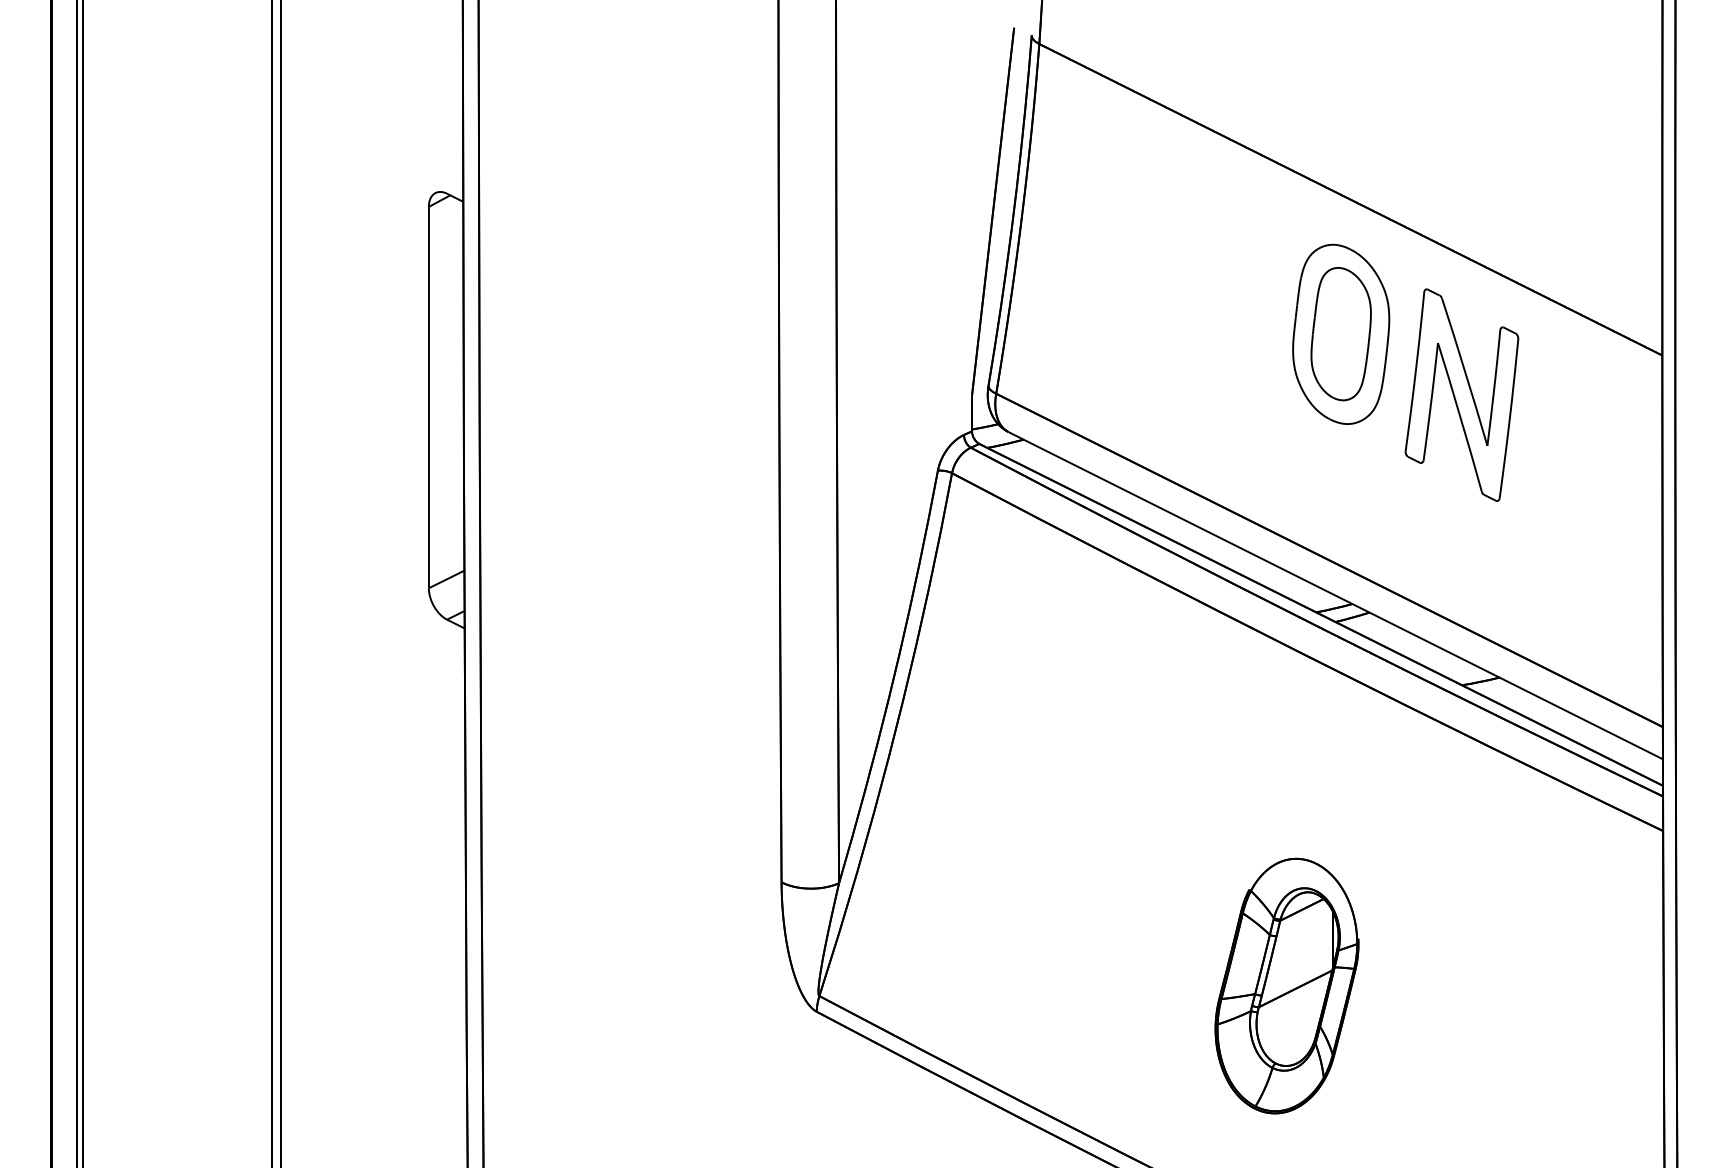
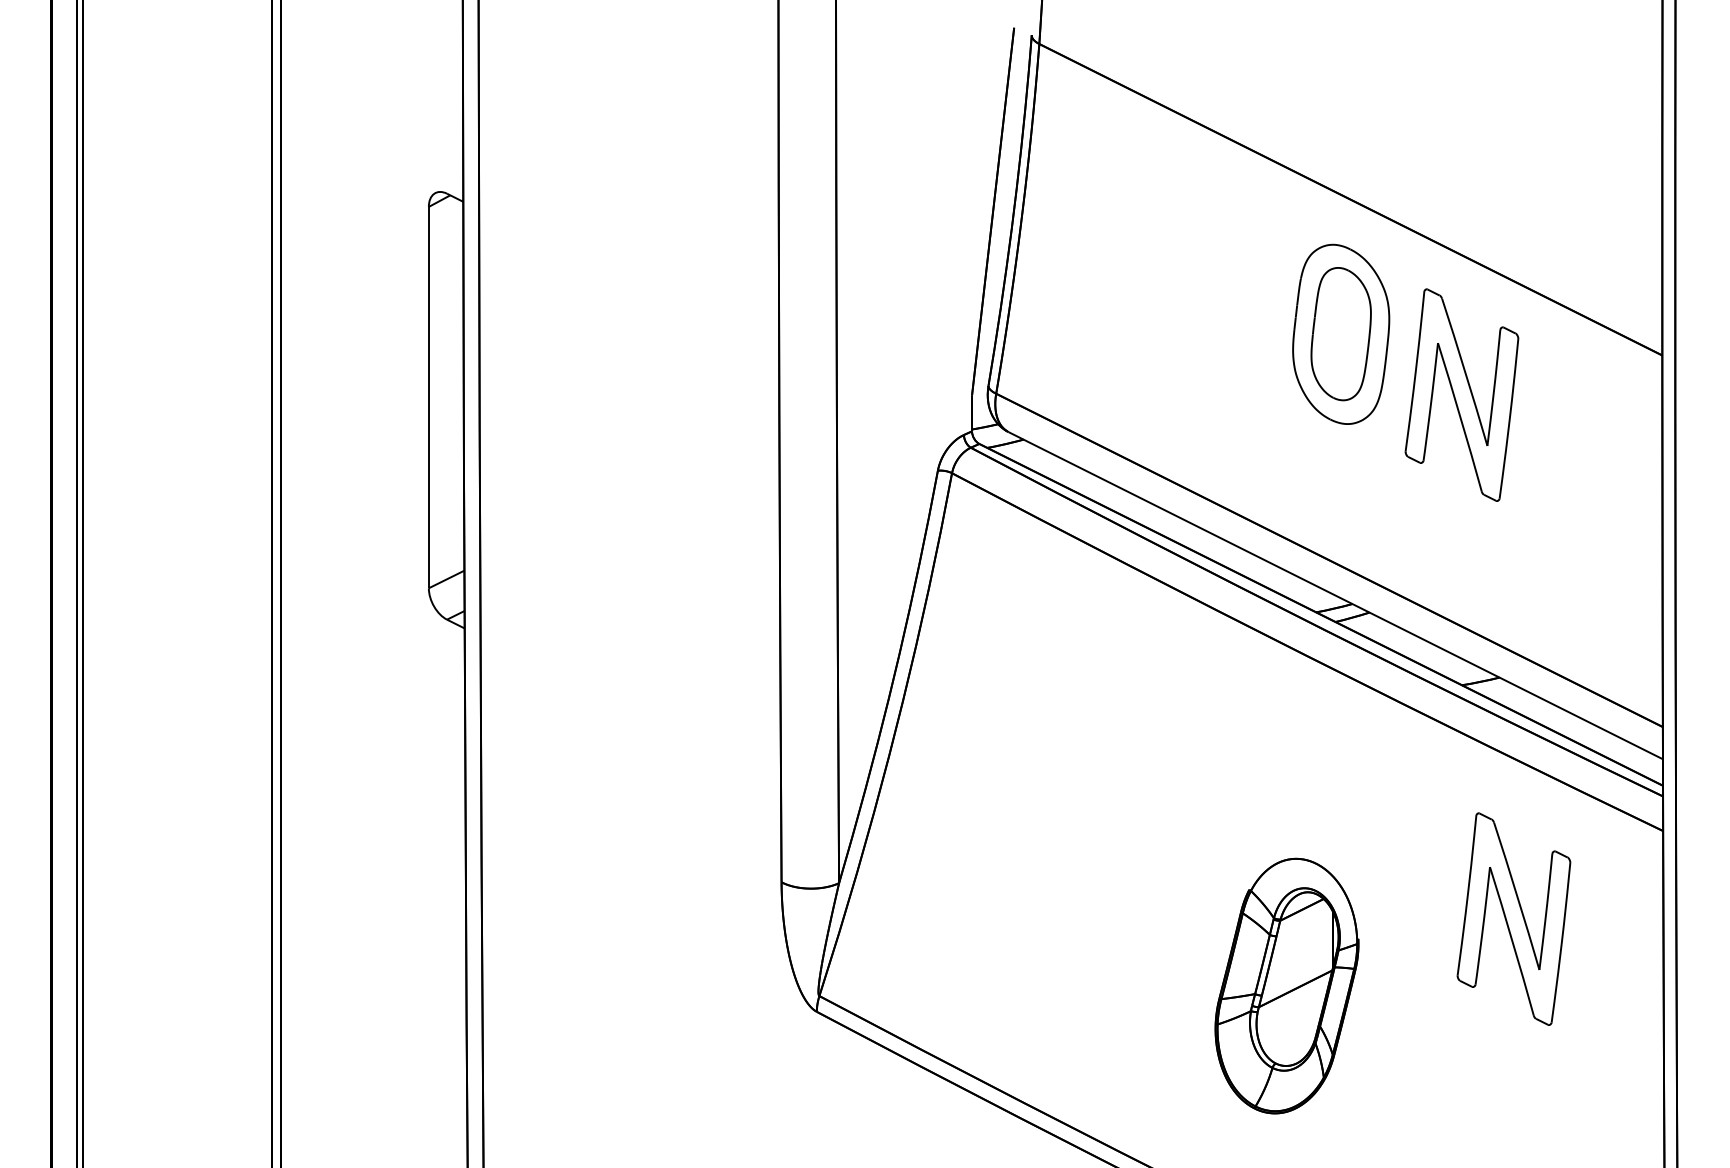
part at (1513, 918): none -> present
